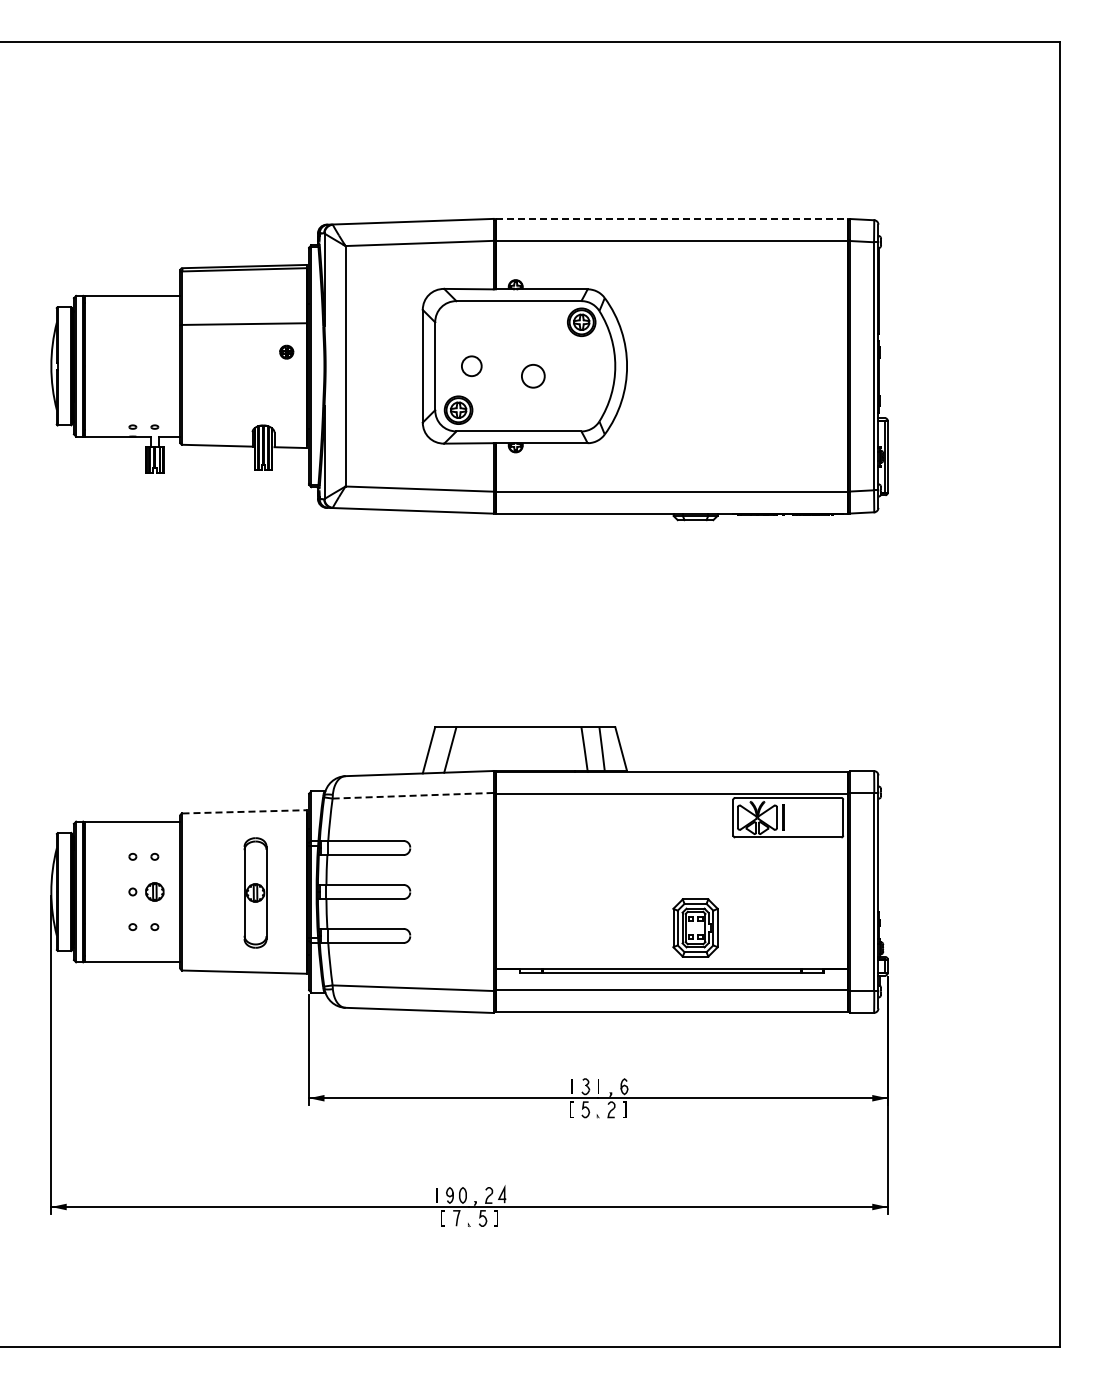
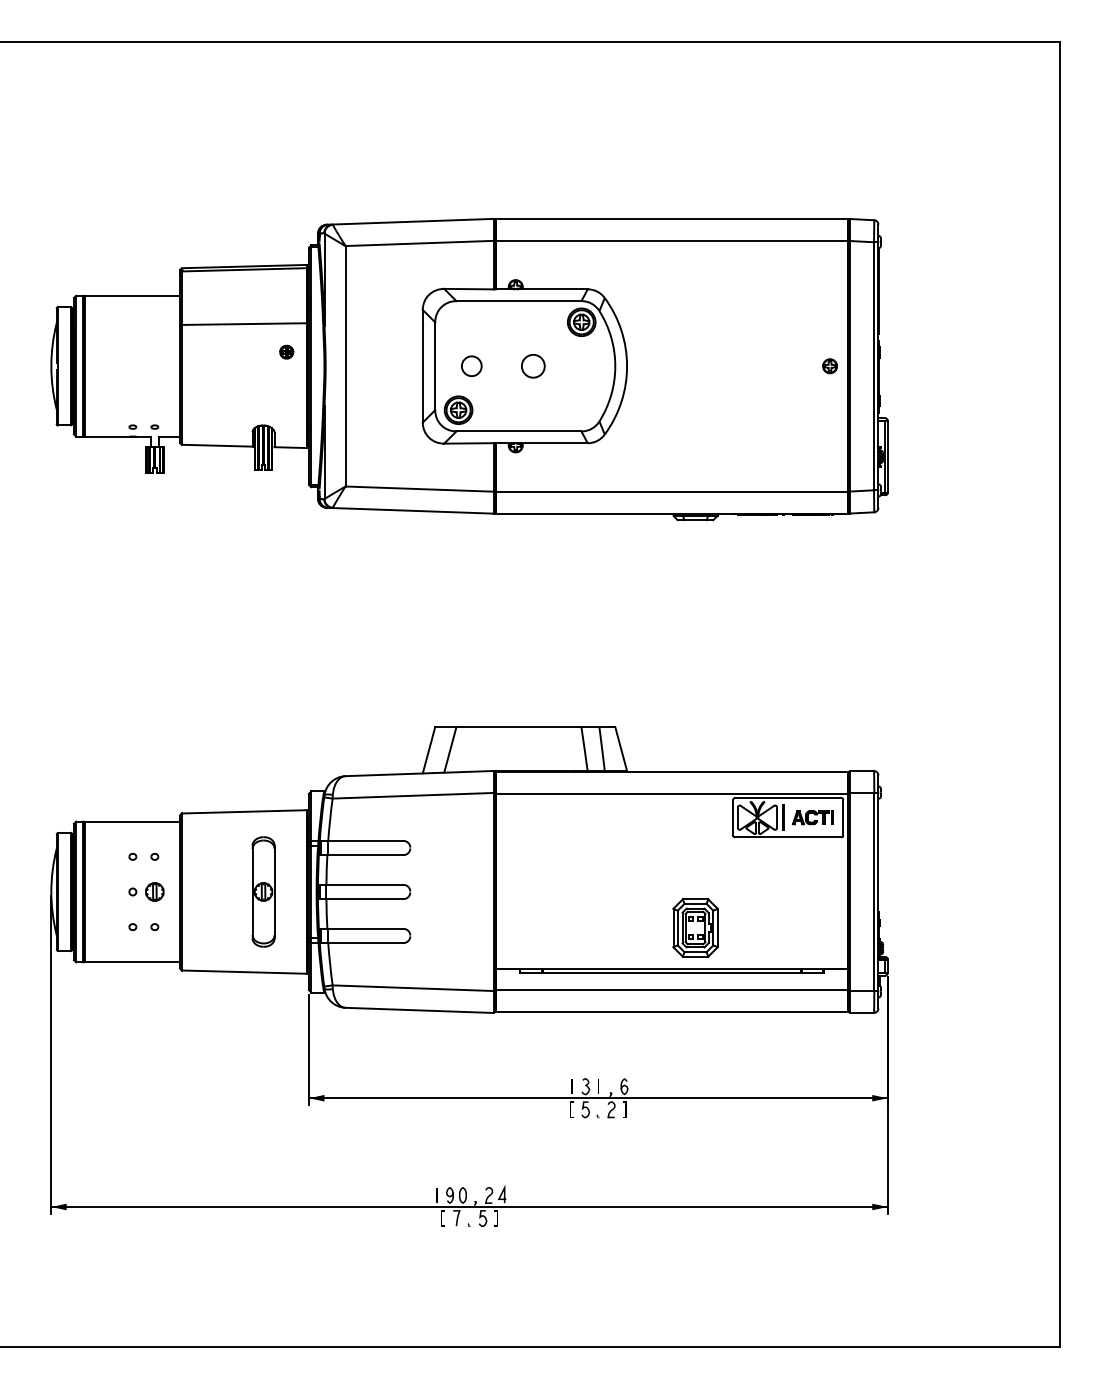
line at (671, 219): dashed -> solid
part at (829, 366): none -> present
circle at (533, 376) position: (533, 376) -> (533, 366)
line at (413, 795): dashed -> solid
line at (245, 811): dashed -> solid
part at (812, 817): none -> present
part at (255, 892) position: (255, 892) -> (263, 891)
